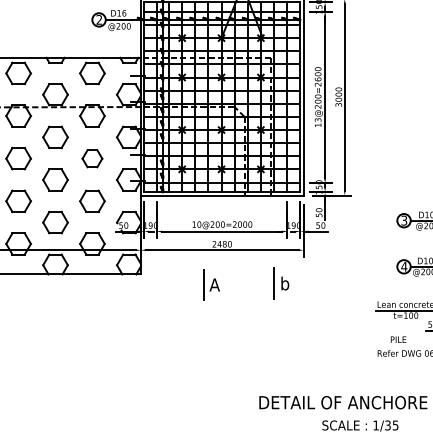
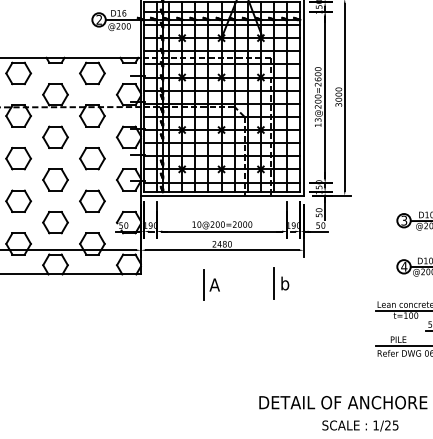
part at (92, 158) size: 23x20 px -> 27x24 px
line at (402, 346): none -> present
text at (387, 425): 1/35 -> 1/25
